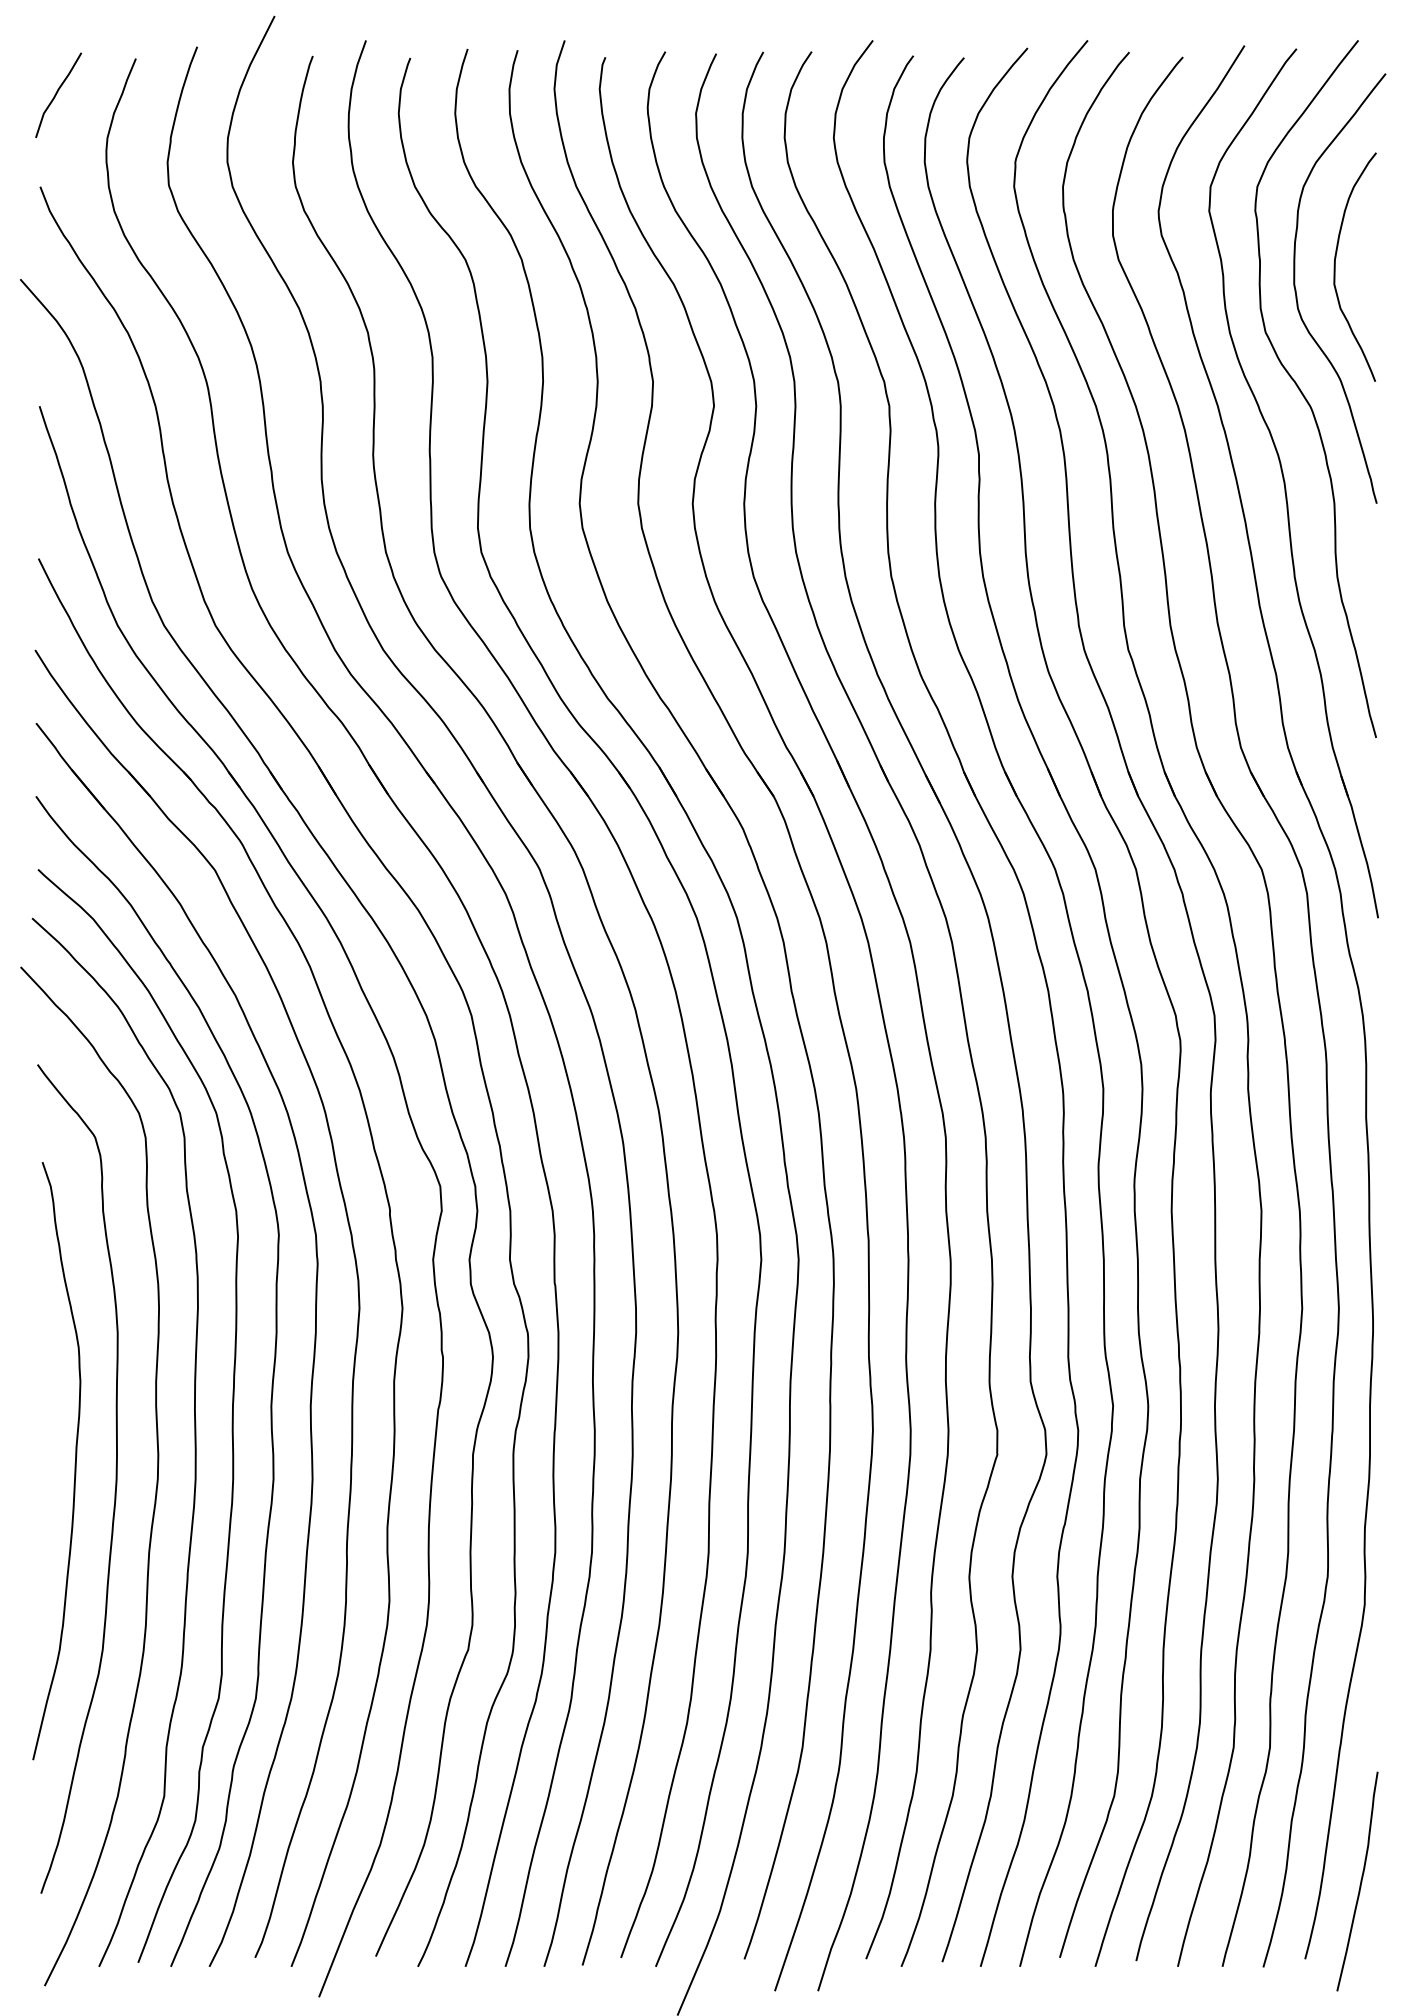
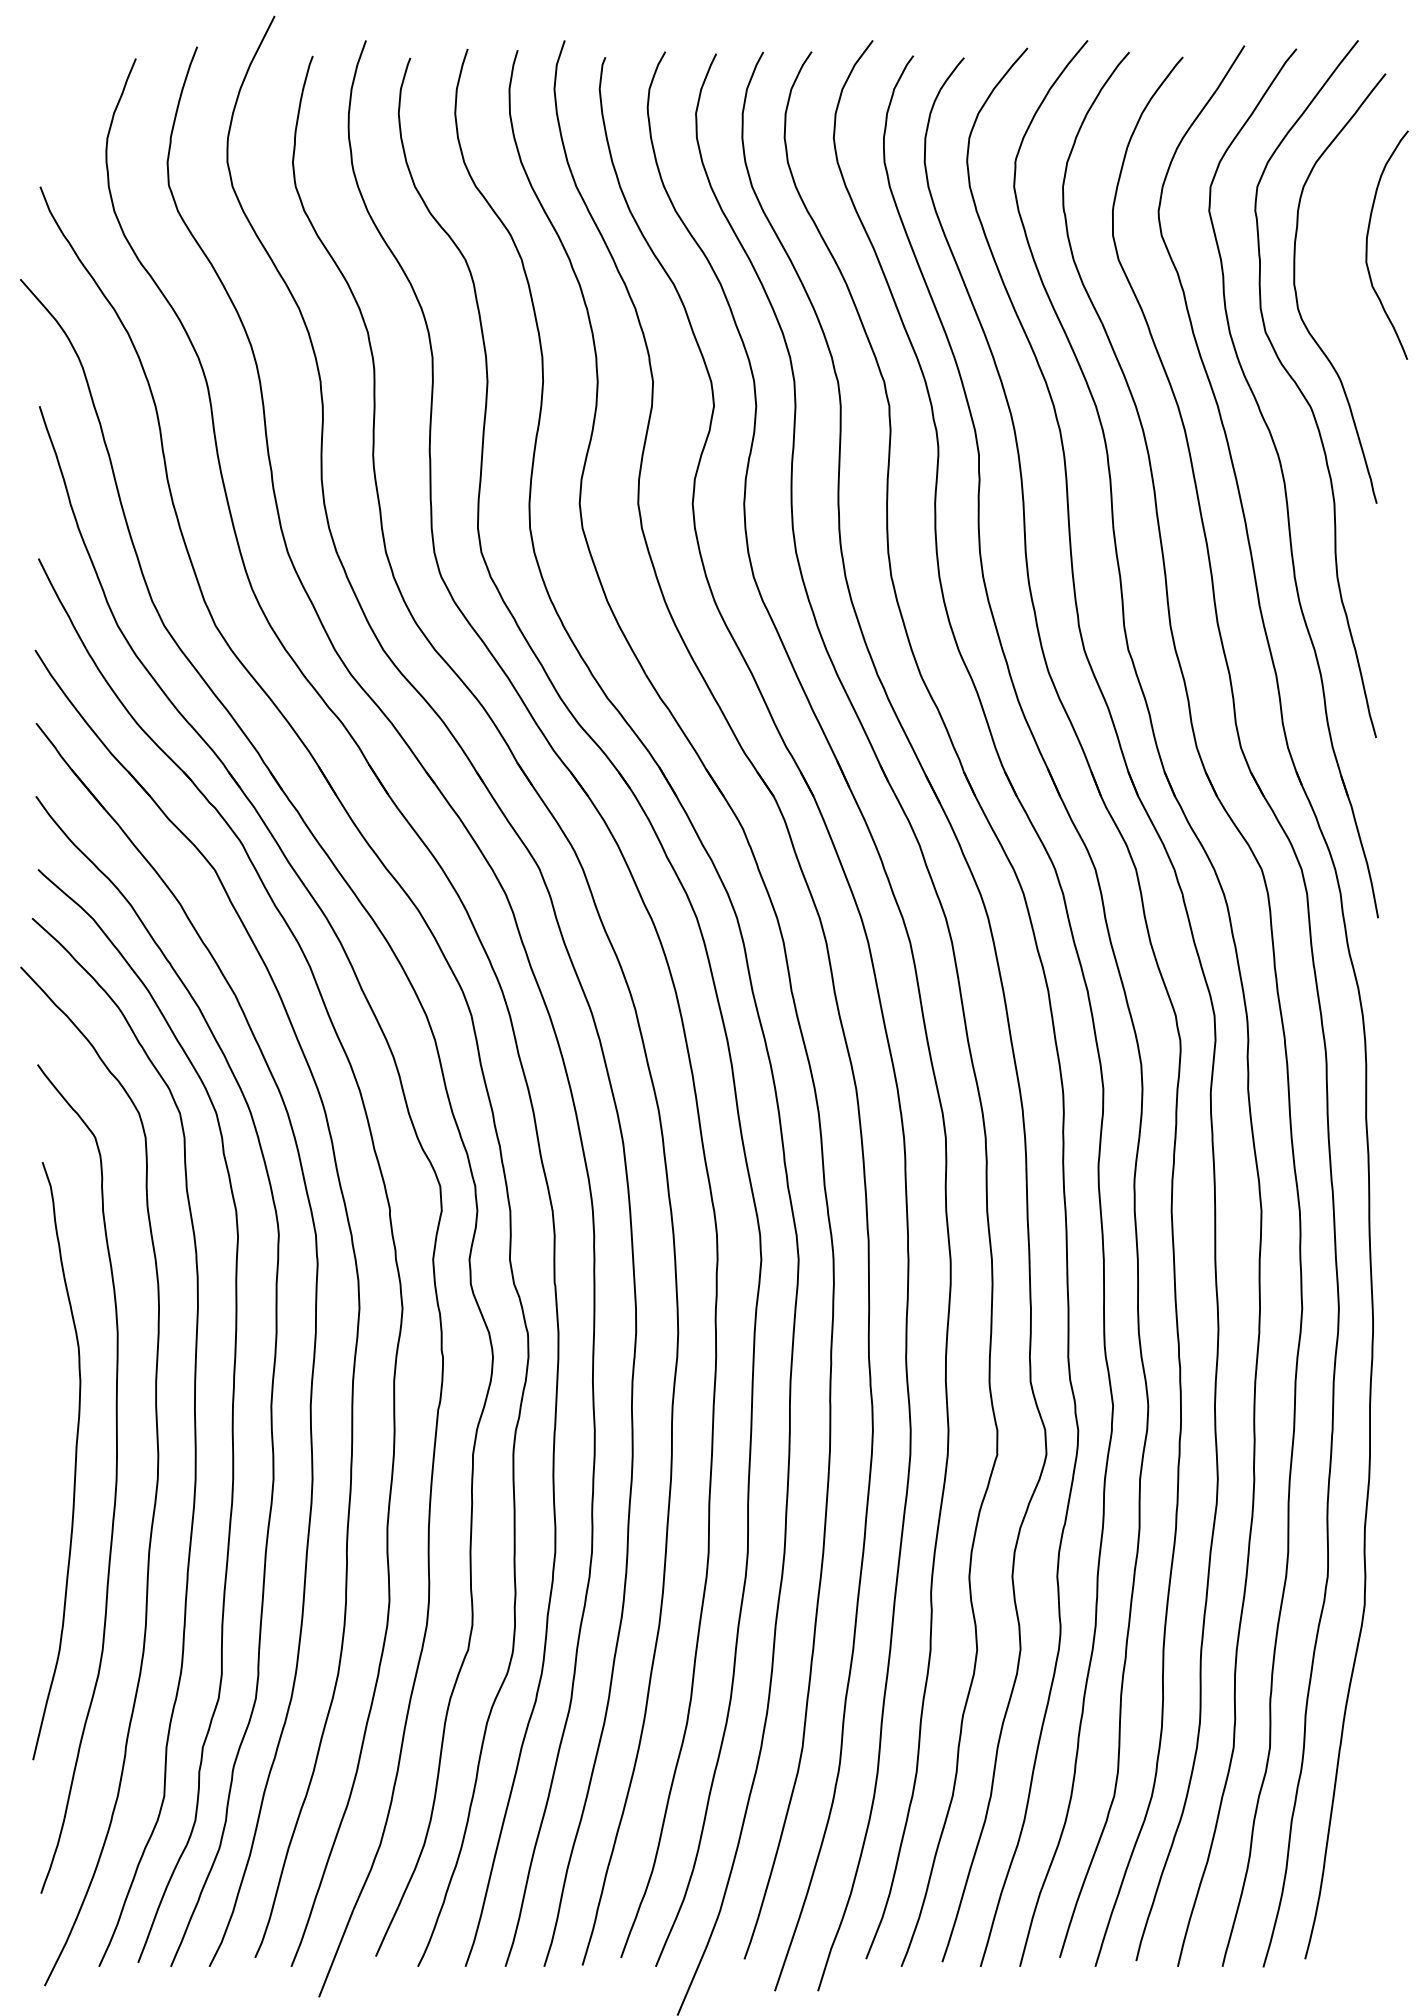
curve at (57, 93): present -> none
curve at (1335, 266) position: (1335, 266) -> (1367, 244)
curve at (1360, 1881): present -> none
